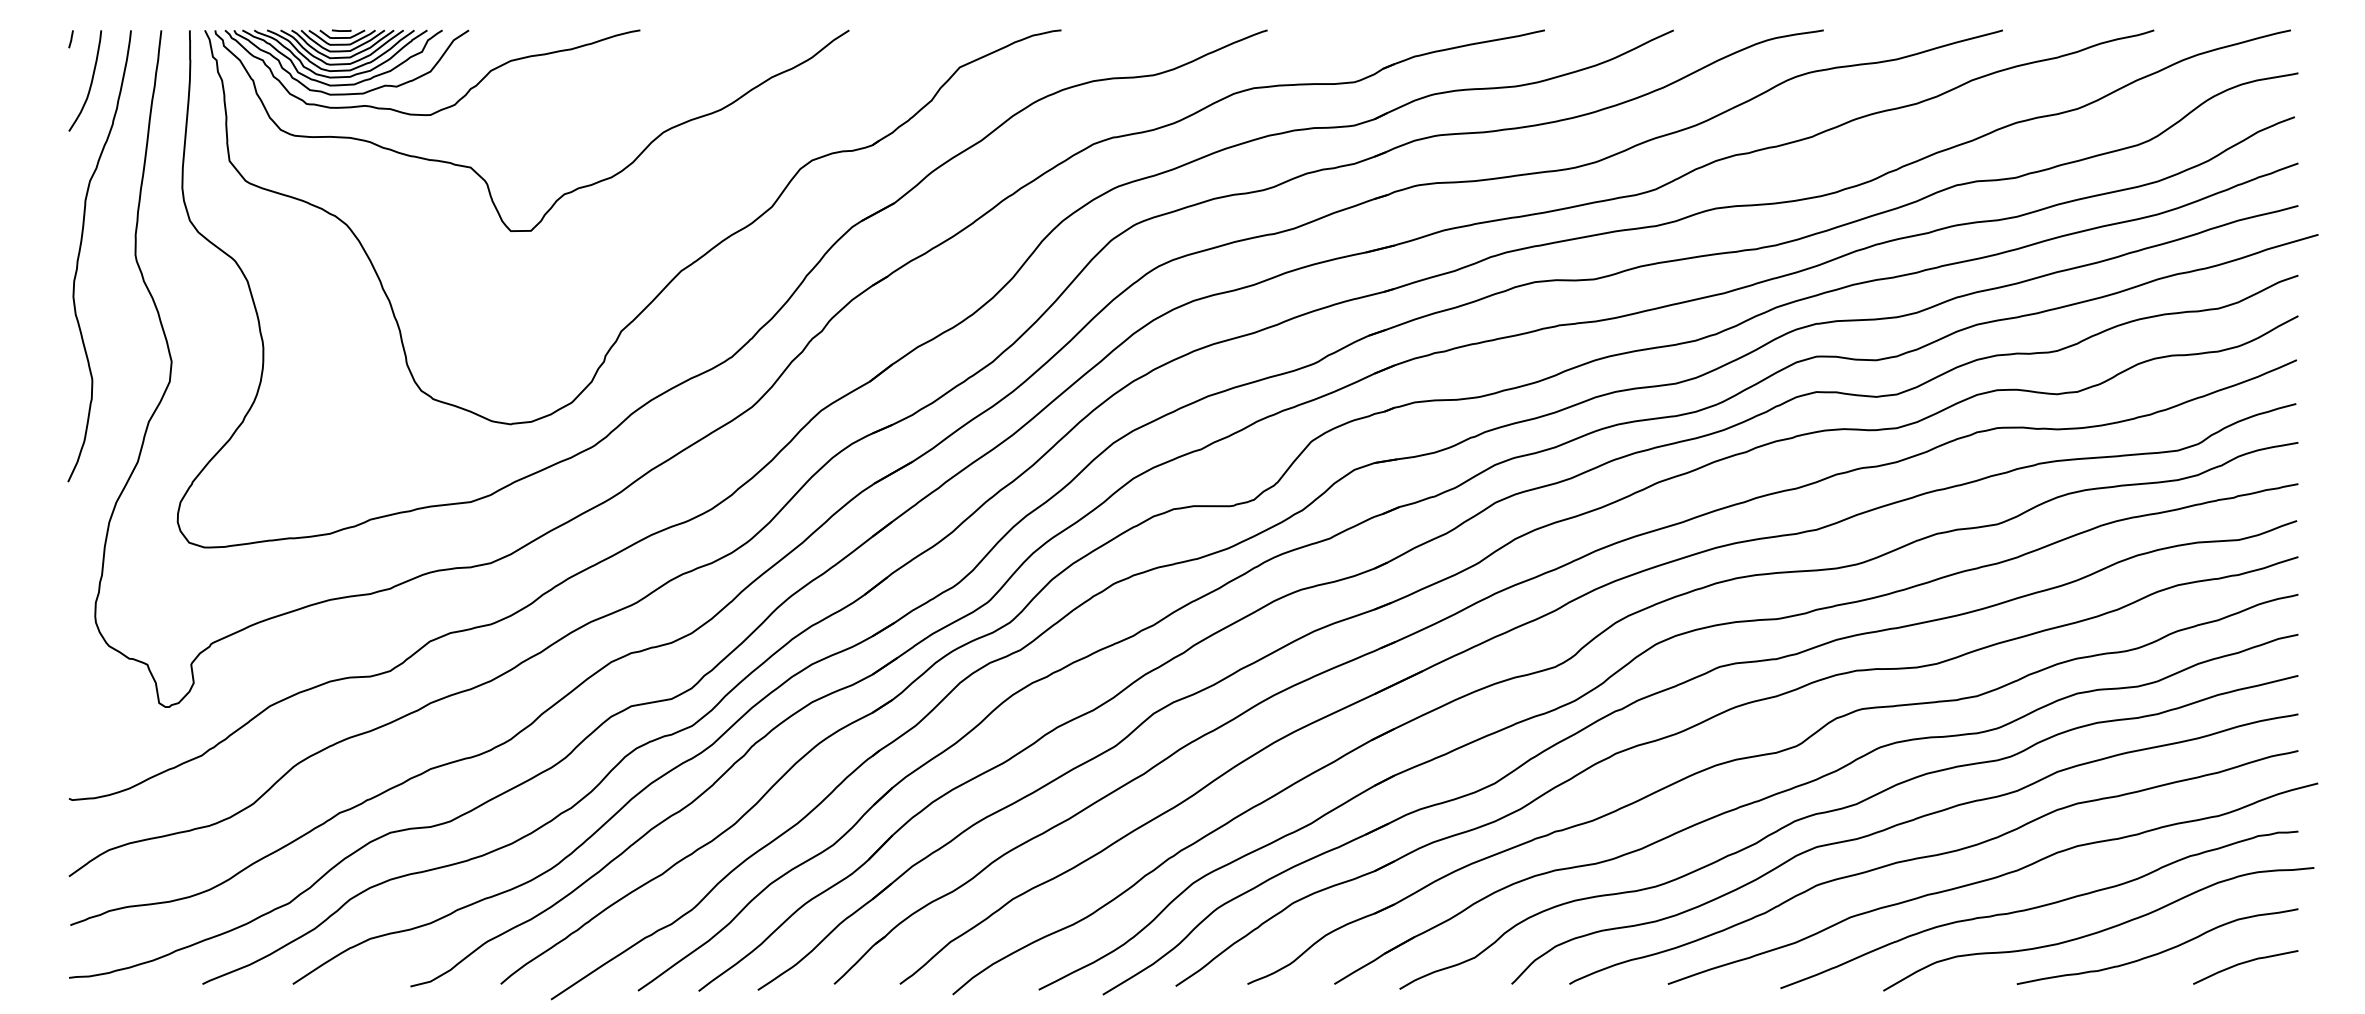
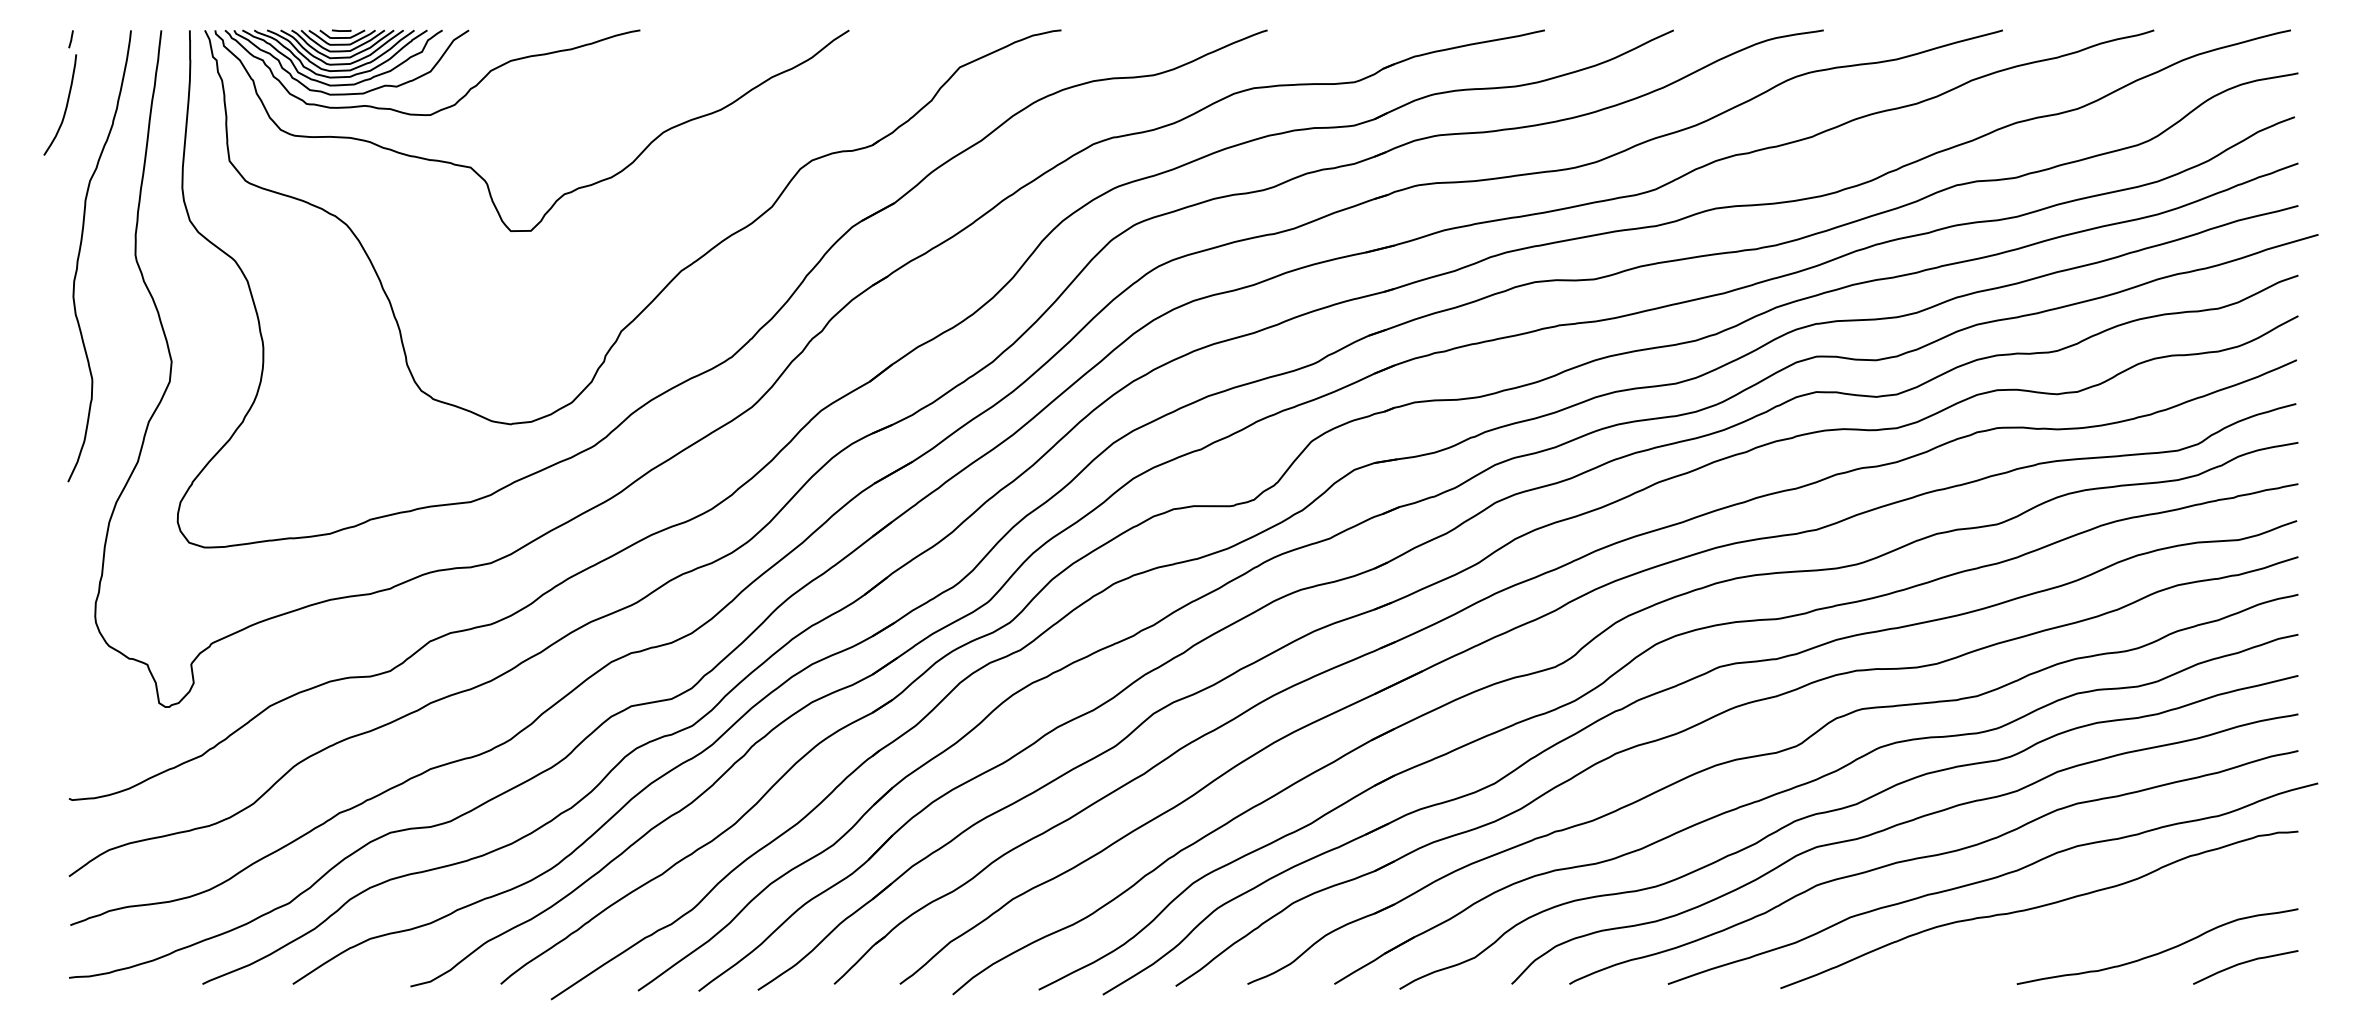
curve at (90, 82) position: (90, 82) -> (65, 106)
curve at (2099, 930): present -> none
